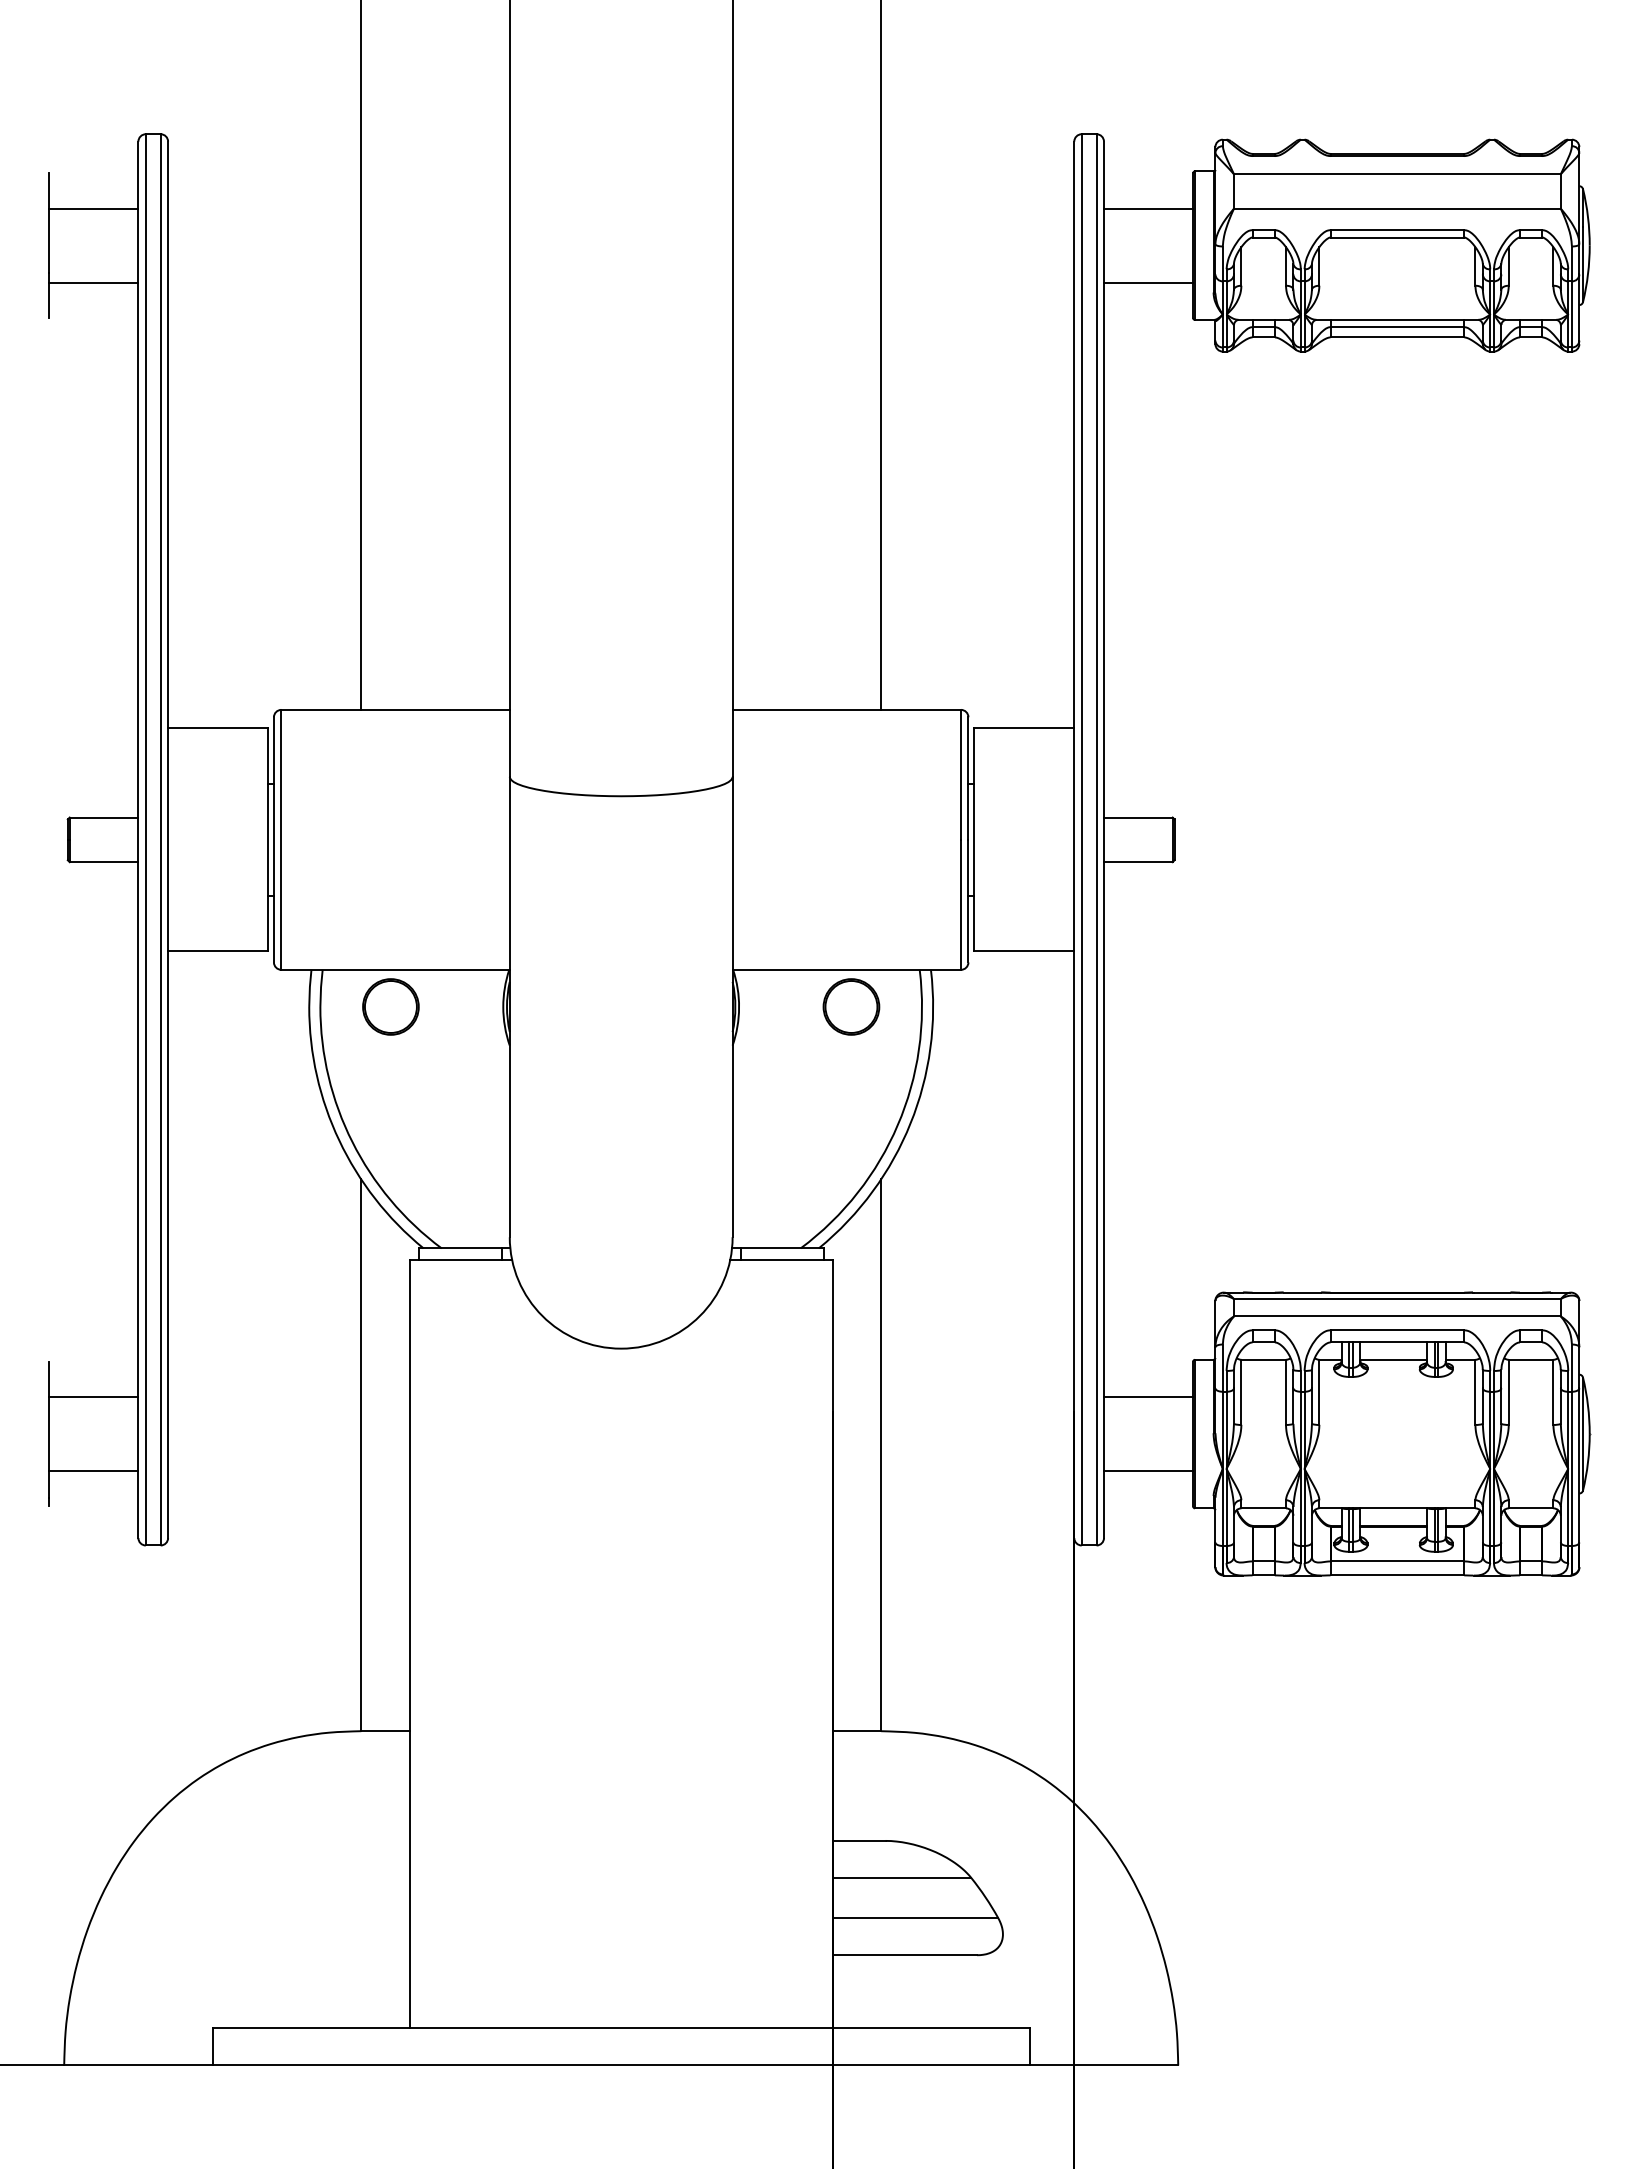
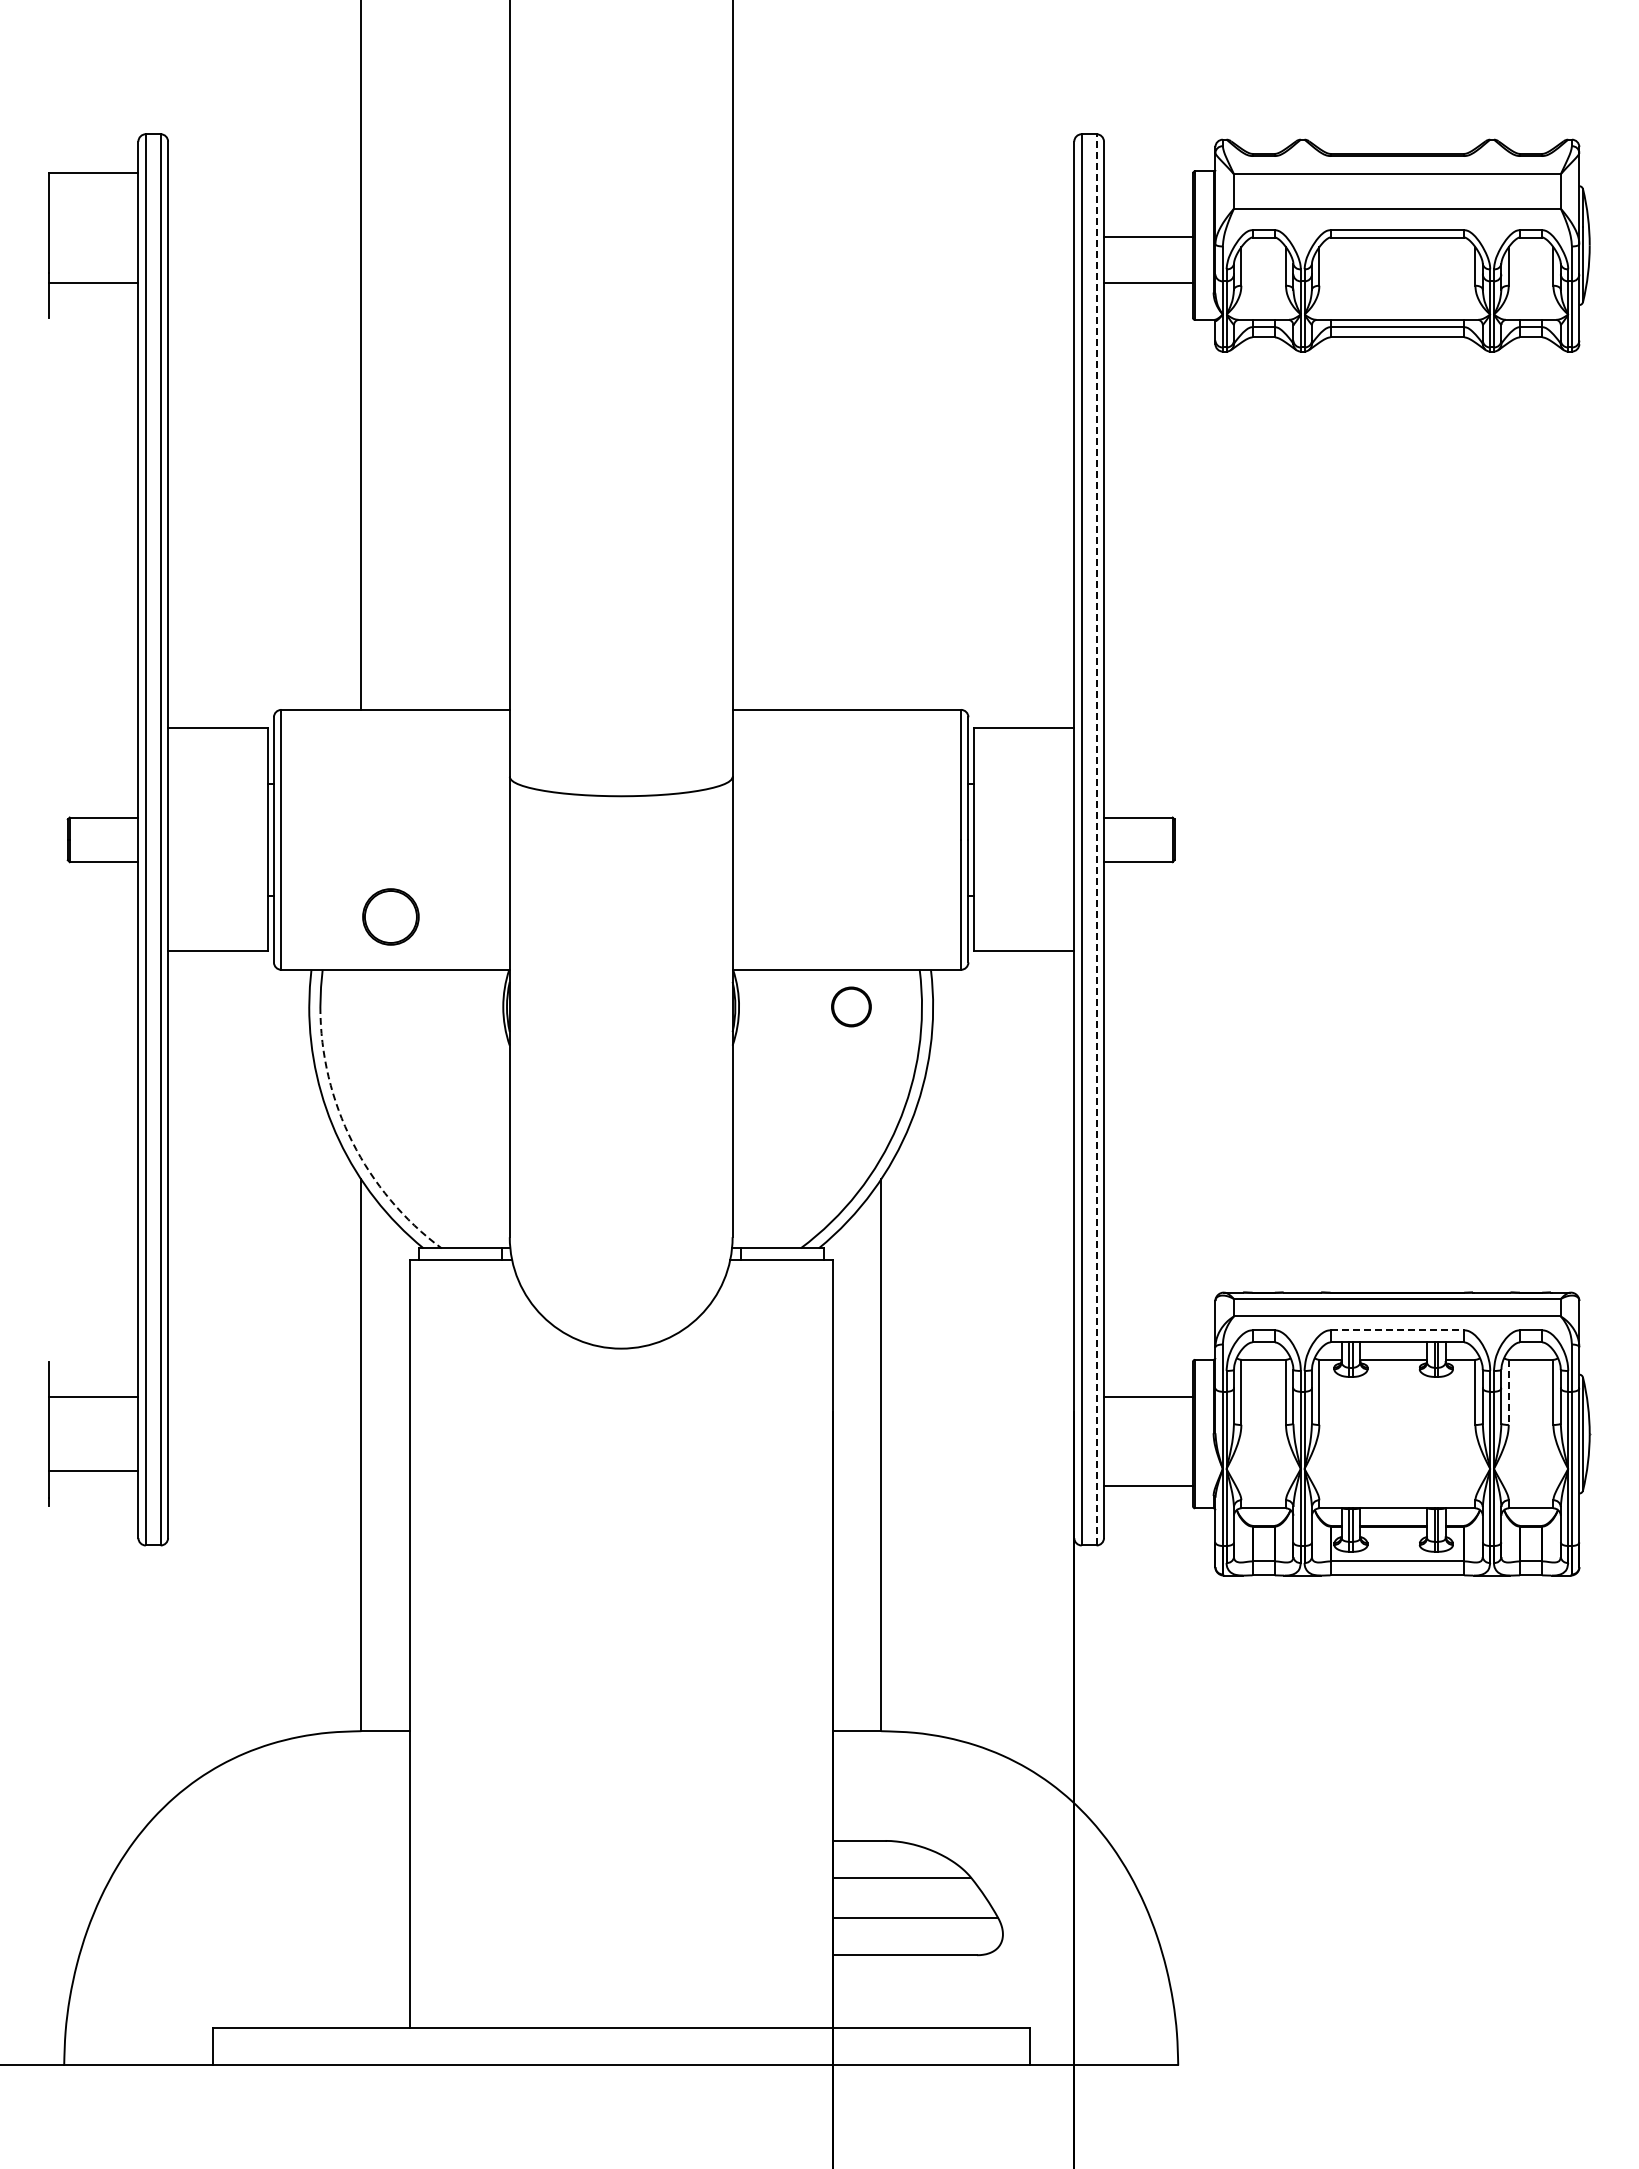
line at (93, 208) position: (93, 208) -> (93, 172)
line at (1148, 208) position: (1148, 208) -> (1148, 236)
line at (881, 355): present -> none
line at (1096, 839): solid -> dashed
part at (390, 1006) position: (390, 1006) -> (390, 916)
part at (851, 1006) size: 59x58 px -> 41x42 px
arc at (352, 1142): solid -> dashed
line at (1397, 1330): solid -> dashed
line at (1508, 1392): solid -> dashed
line at (1148, 1471) position: (1148, 1471) -> (1148, 1486)
